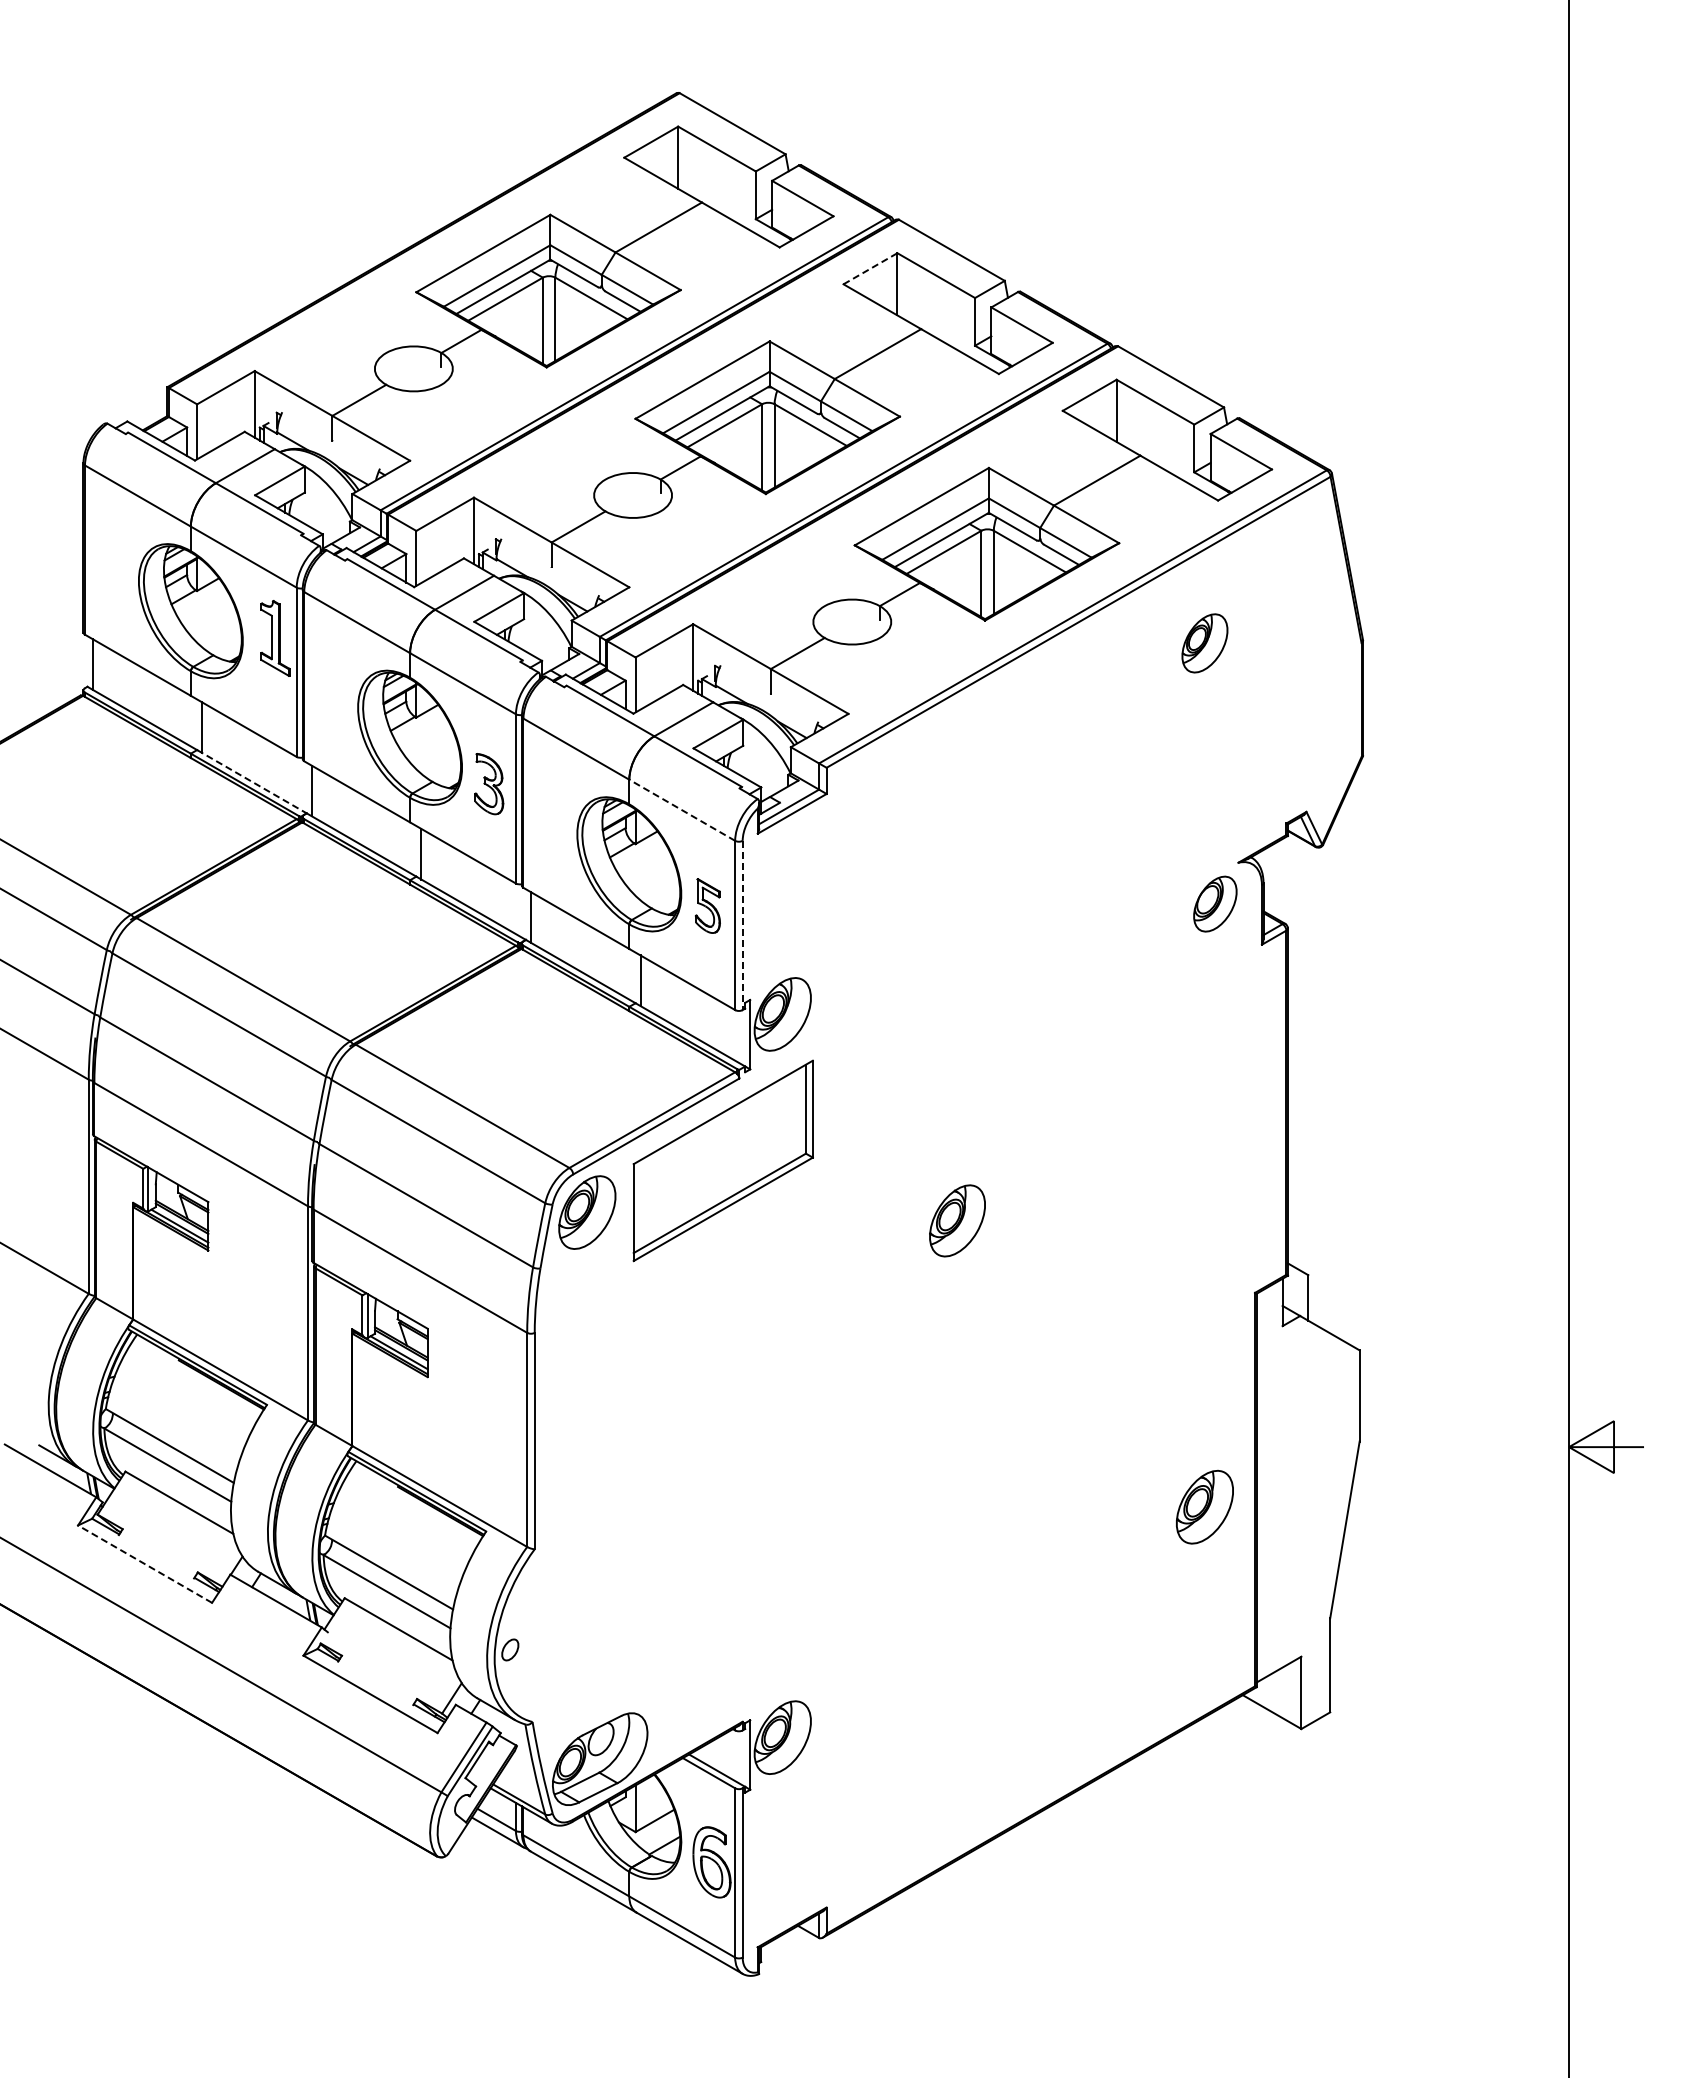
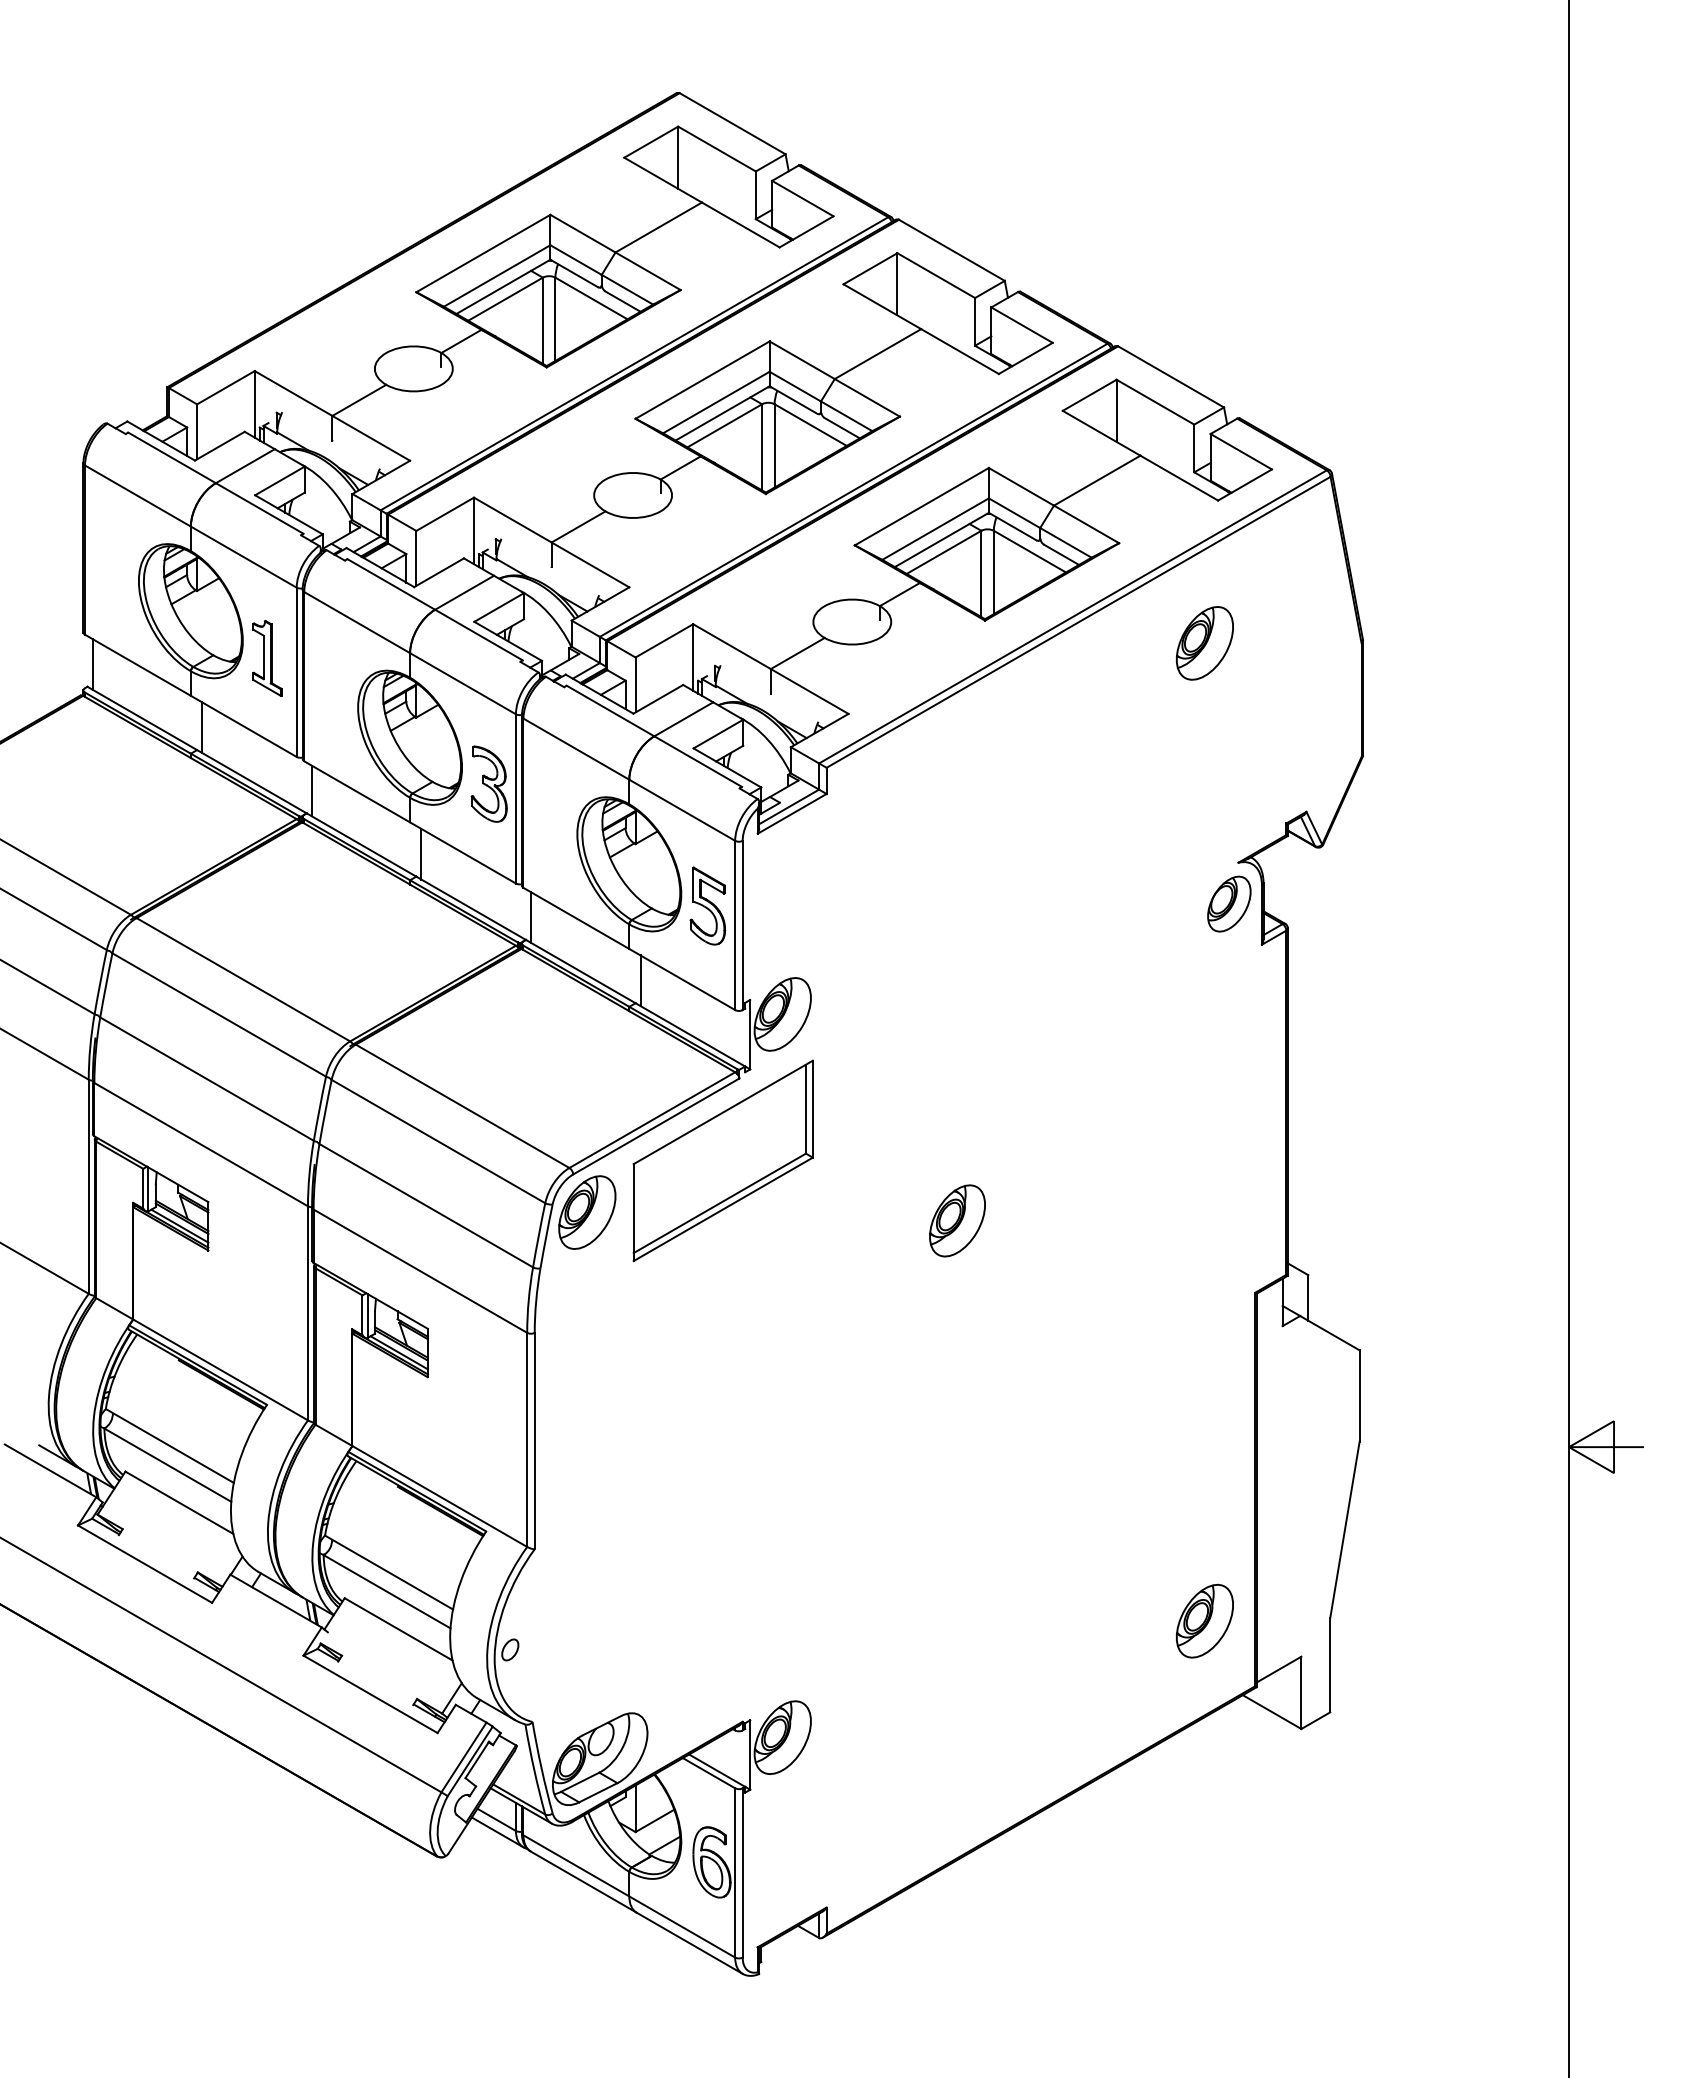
line at (870, 268): dashed -> solid
part at (275, 638) position: (275, 638) -> (267, 658)
part at (1204, 643) size: 48x61 px -> 58x75 px
line at (252, 781): dashed -> solid
part at (489, 784) size: 31x63 px -> 38x78 px
line at (681, 810): dashed -> solid
part at (1215, 903) position: (1215, 903) -> (1229, 903)
part at (707, 905) size: 26x56 px -> 38x80 px
line at (742, 925): dashed -> solid
part at (1204, 1506) position: (1204, 1506) -> (1204, 1620)
line at (144, 1563): dashed -> solid
